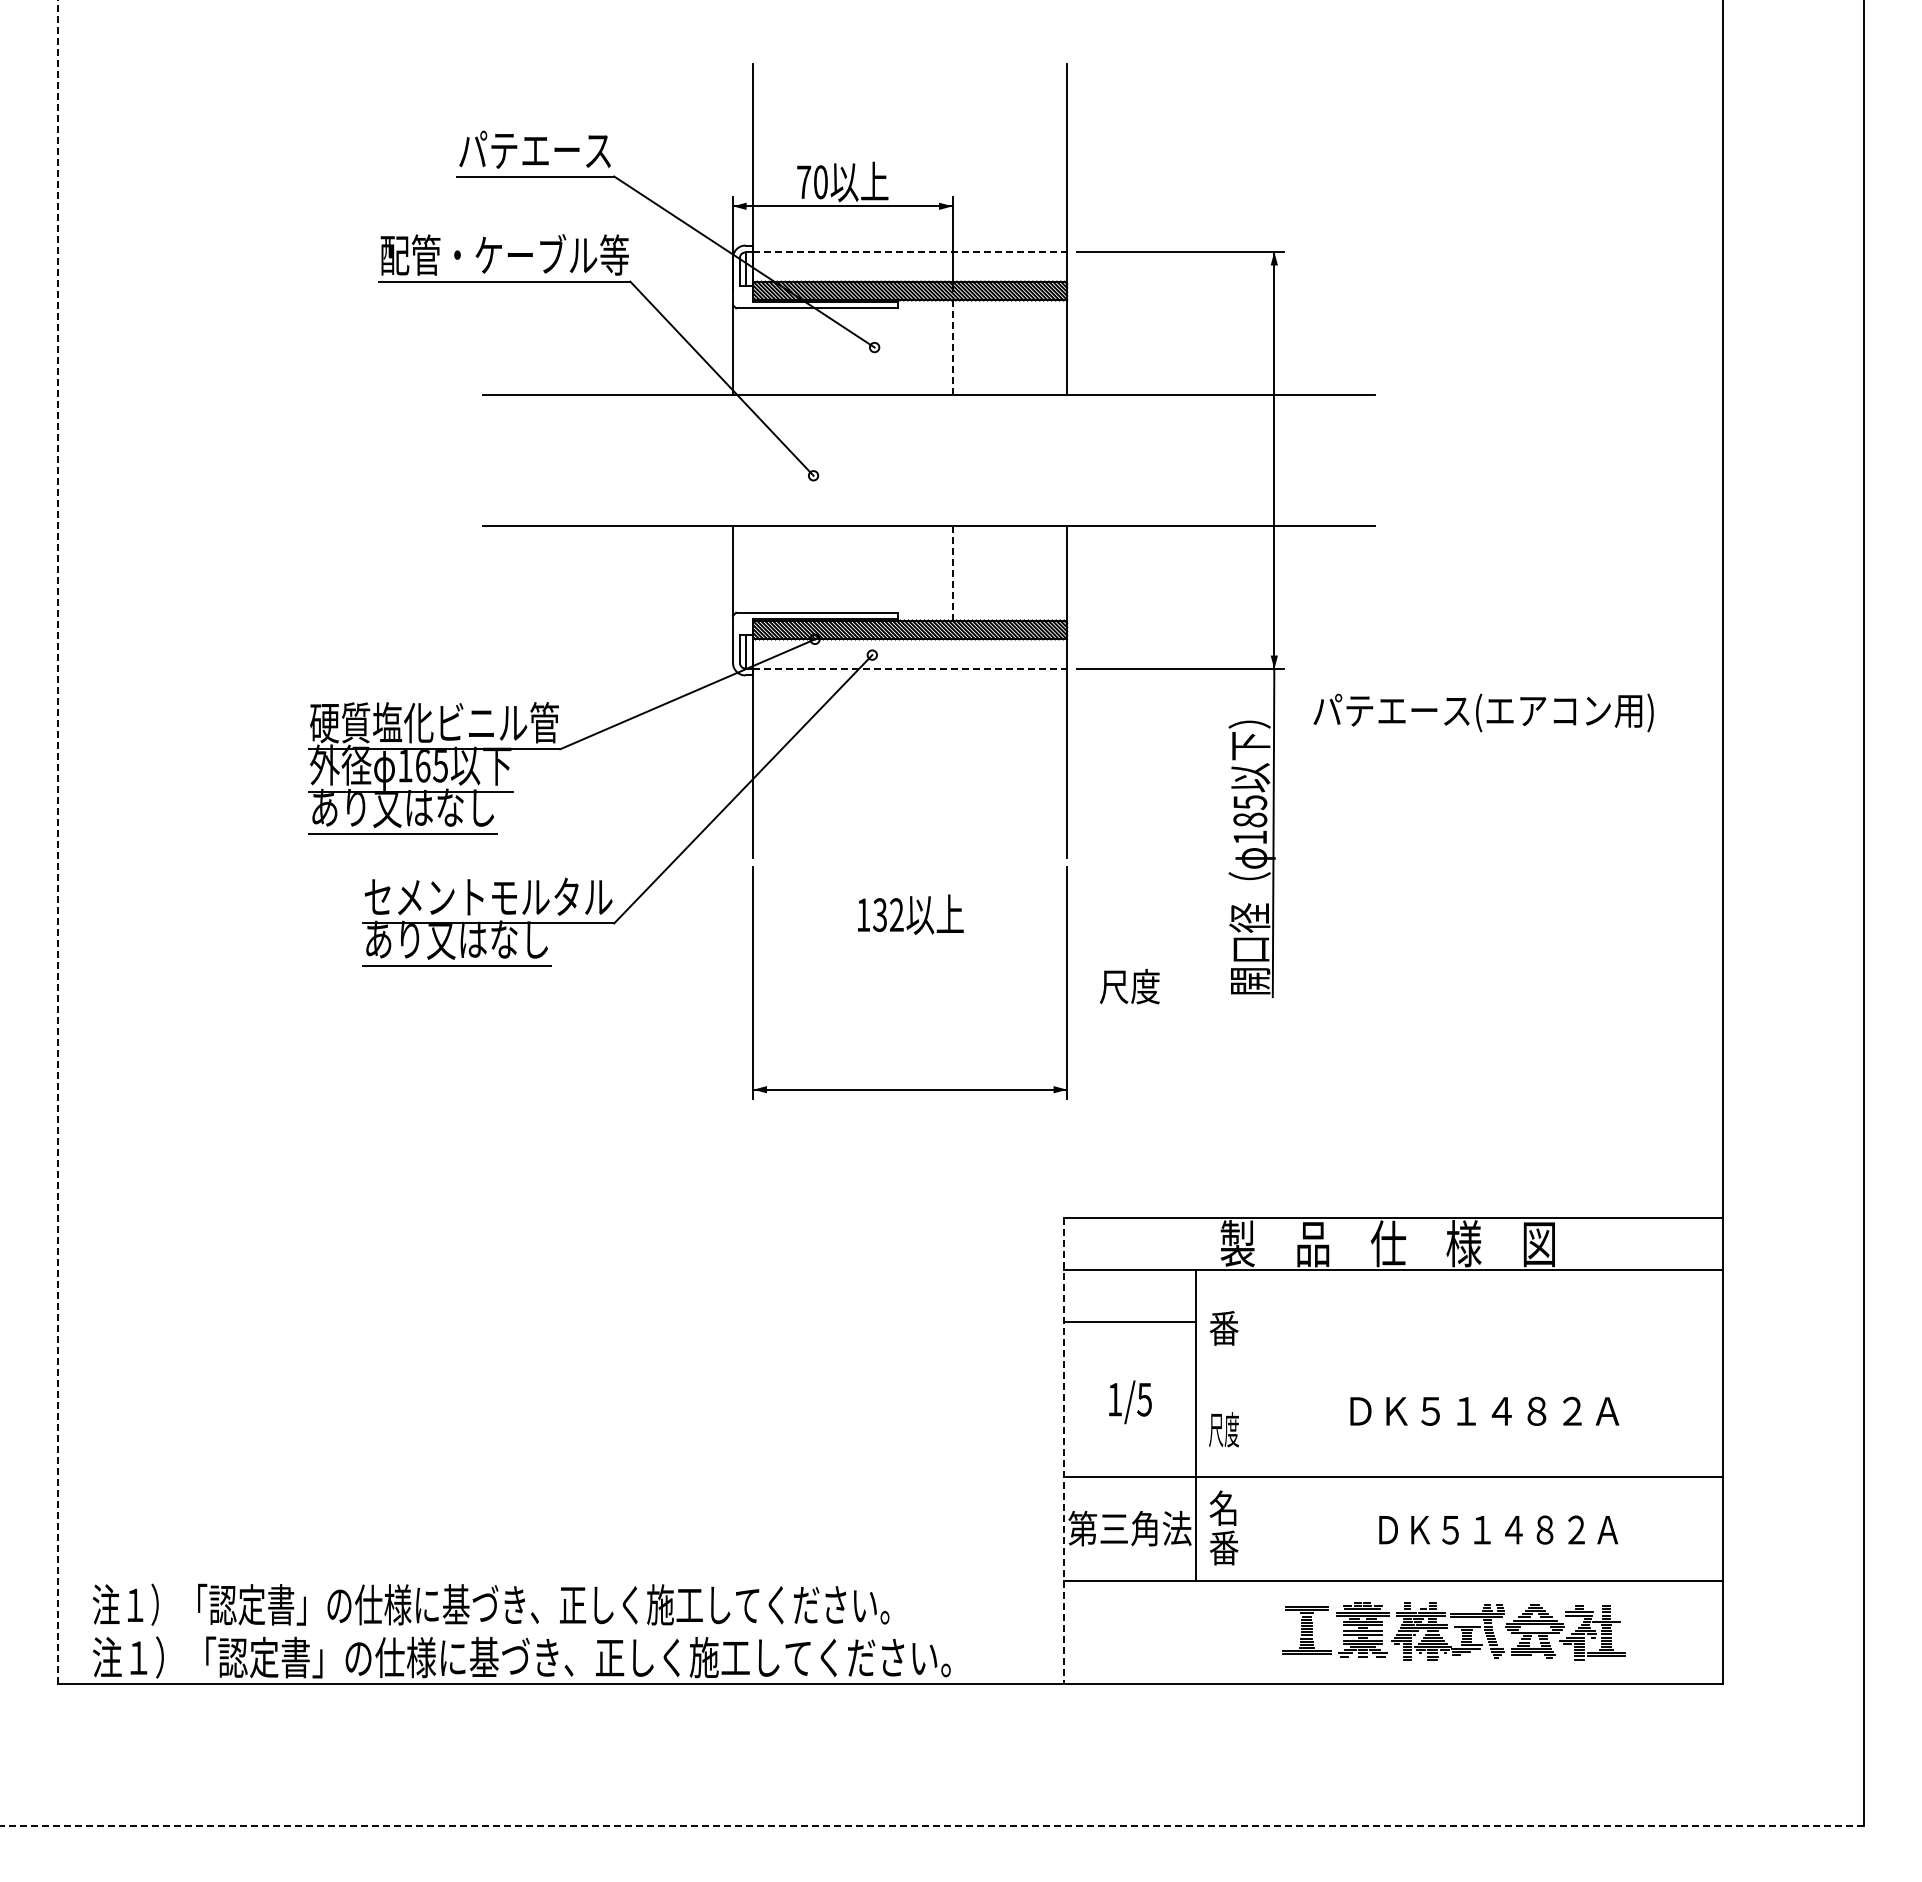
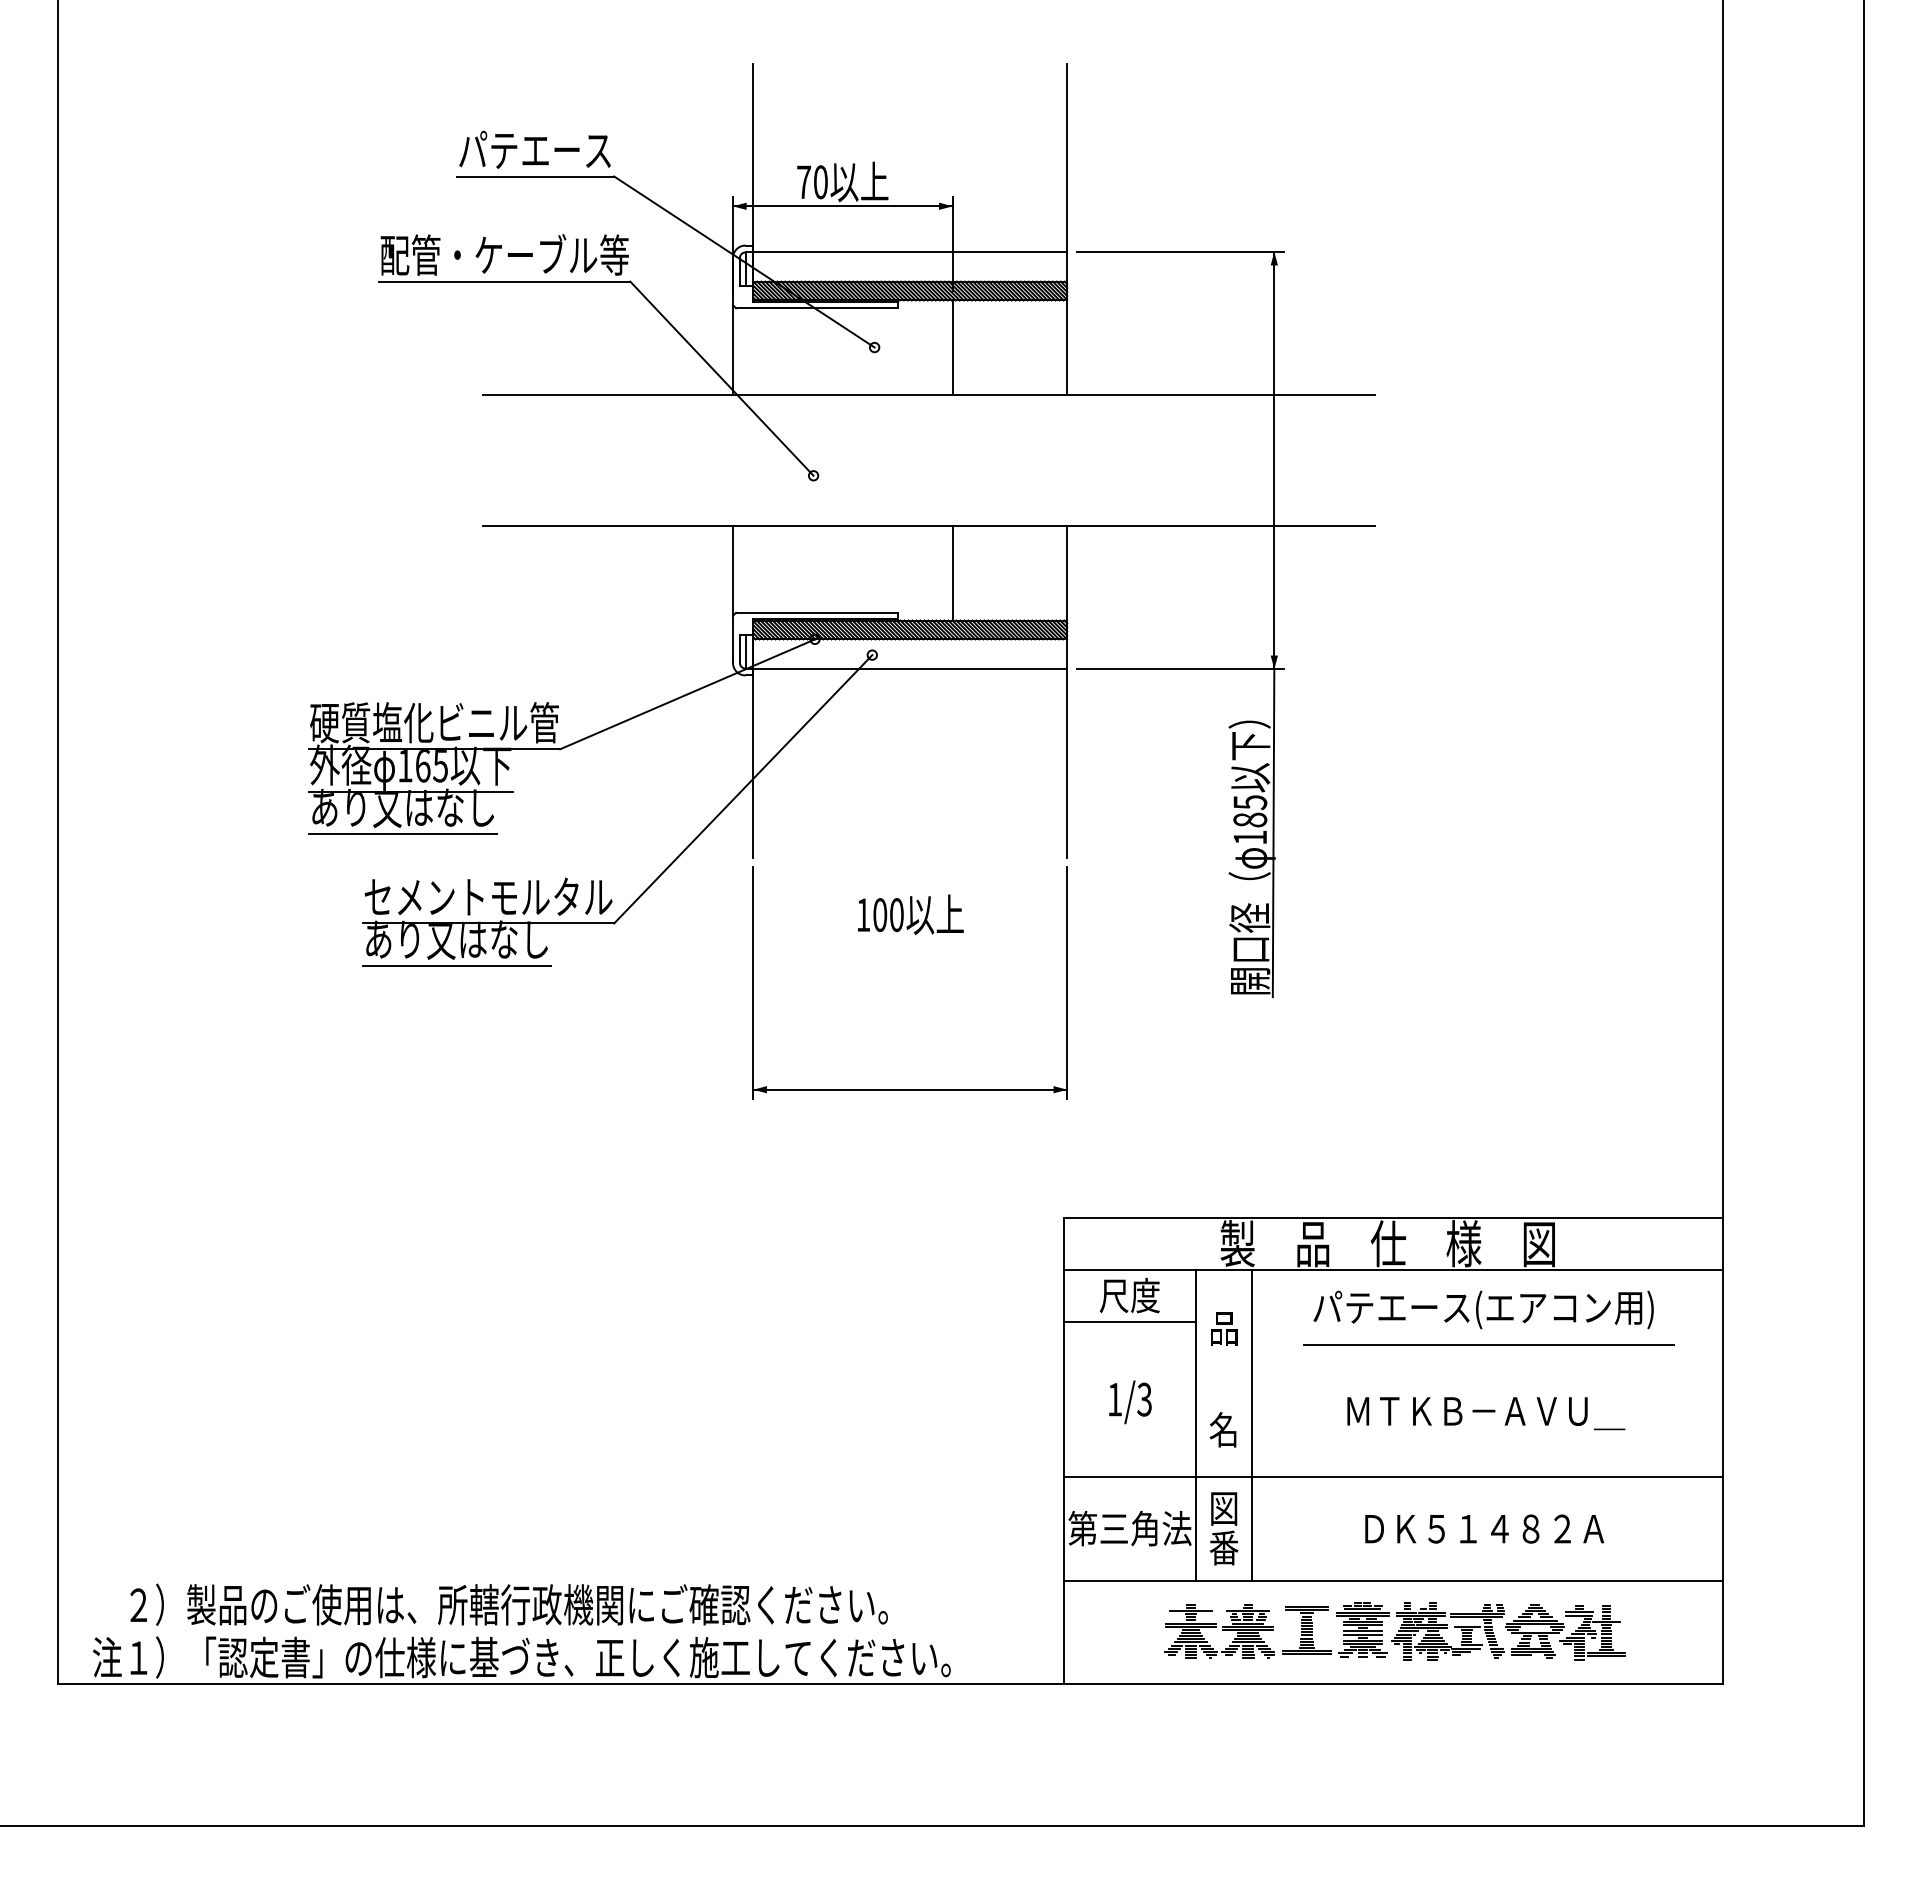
line at (910, 251): dashed -> solid
line at (952, 348): dashed -> solid
line at (952, 573): dashed -> solid
line at (910, 669): dashed -> solid
text at (1483, 712) position: (1483, 712) -> (1483, 1309)
line at (57, 842): dashed -> solid
text at (888, 915): 132 -> 100
text at (1129, 986) position: (1129, 986) -> (1129, 1295)
text at (1223, 1328): 番 -> 品
line at (1489, 1345): none -> present
text at (1144, 1399): 1/5 -> 1/3
text at (1486, 1413): ＤＫ５１４８２Ａ -> ＭＴＫＢ－ＡＶＵ＿
line at (1252, 1425): none -> present
text at (1224, 1429): 尺度 -> 名
line at (1064, 1451): dashed -> solid
text at (1223, 1507): 名 -> 図
text at (1498, 1529) position: (1498, 1529) -> (1484, 1528)
text at (491, 1604): 注１）「認定書」の仕様に基づき、正しく施工してください。 -> ２）製品のご使用は、所轄行政機関にご確認ください。
part at (1219, 1631): none -> present
line at (931, 1825): dashed -> solid
